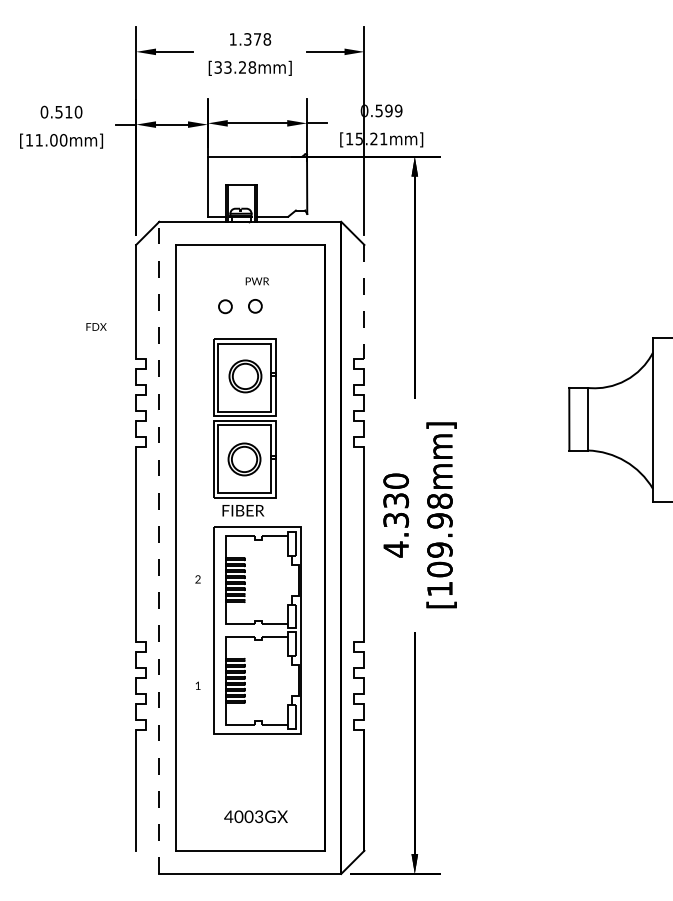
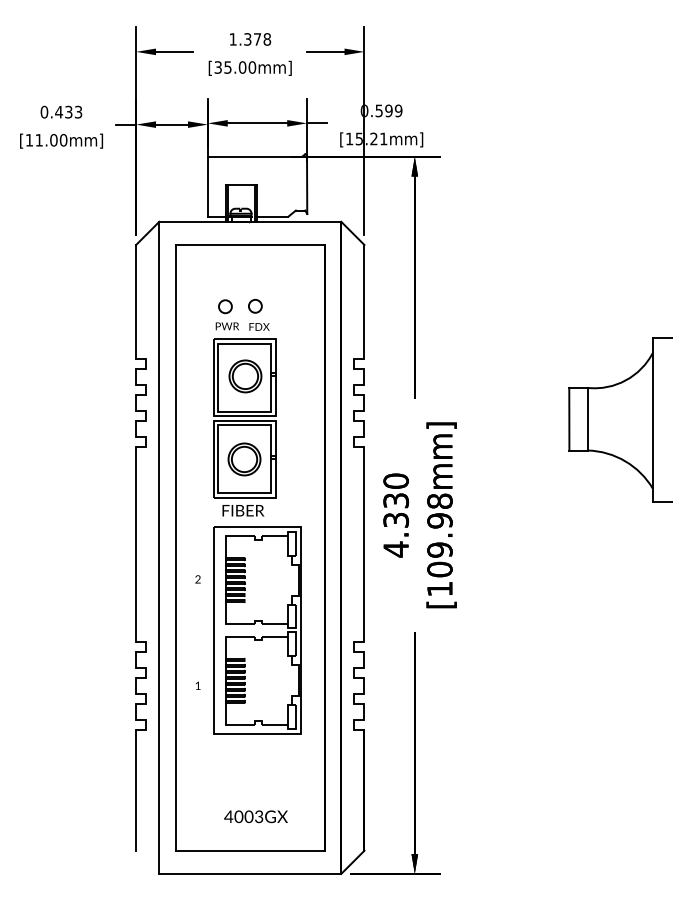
text at (240, 67): [33.28mm] -> [35.00mm]
text at (68, 111): 0.510 -> 0.433
text at (256, 281) position: (256, 281) -> (226, 326)
line at (364, 301): dashed -> solid
text at (96, 326) position: (96, 326) -> (259, 326)
line at (159, 547): dashed -> solid
